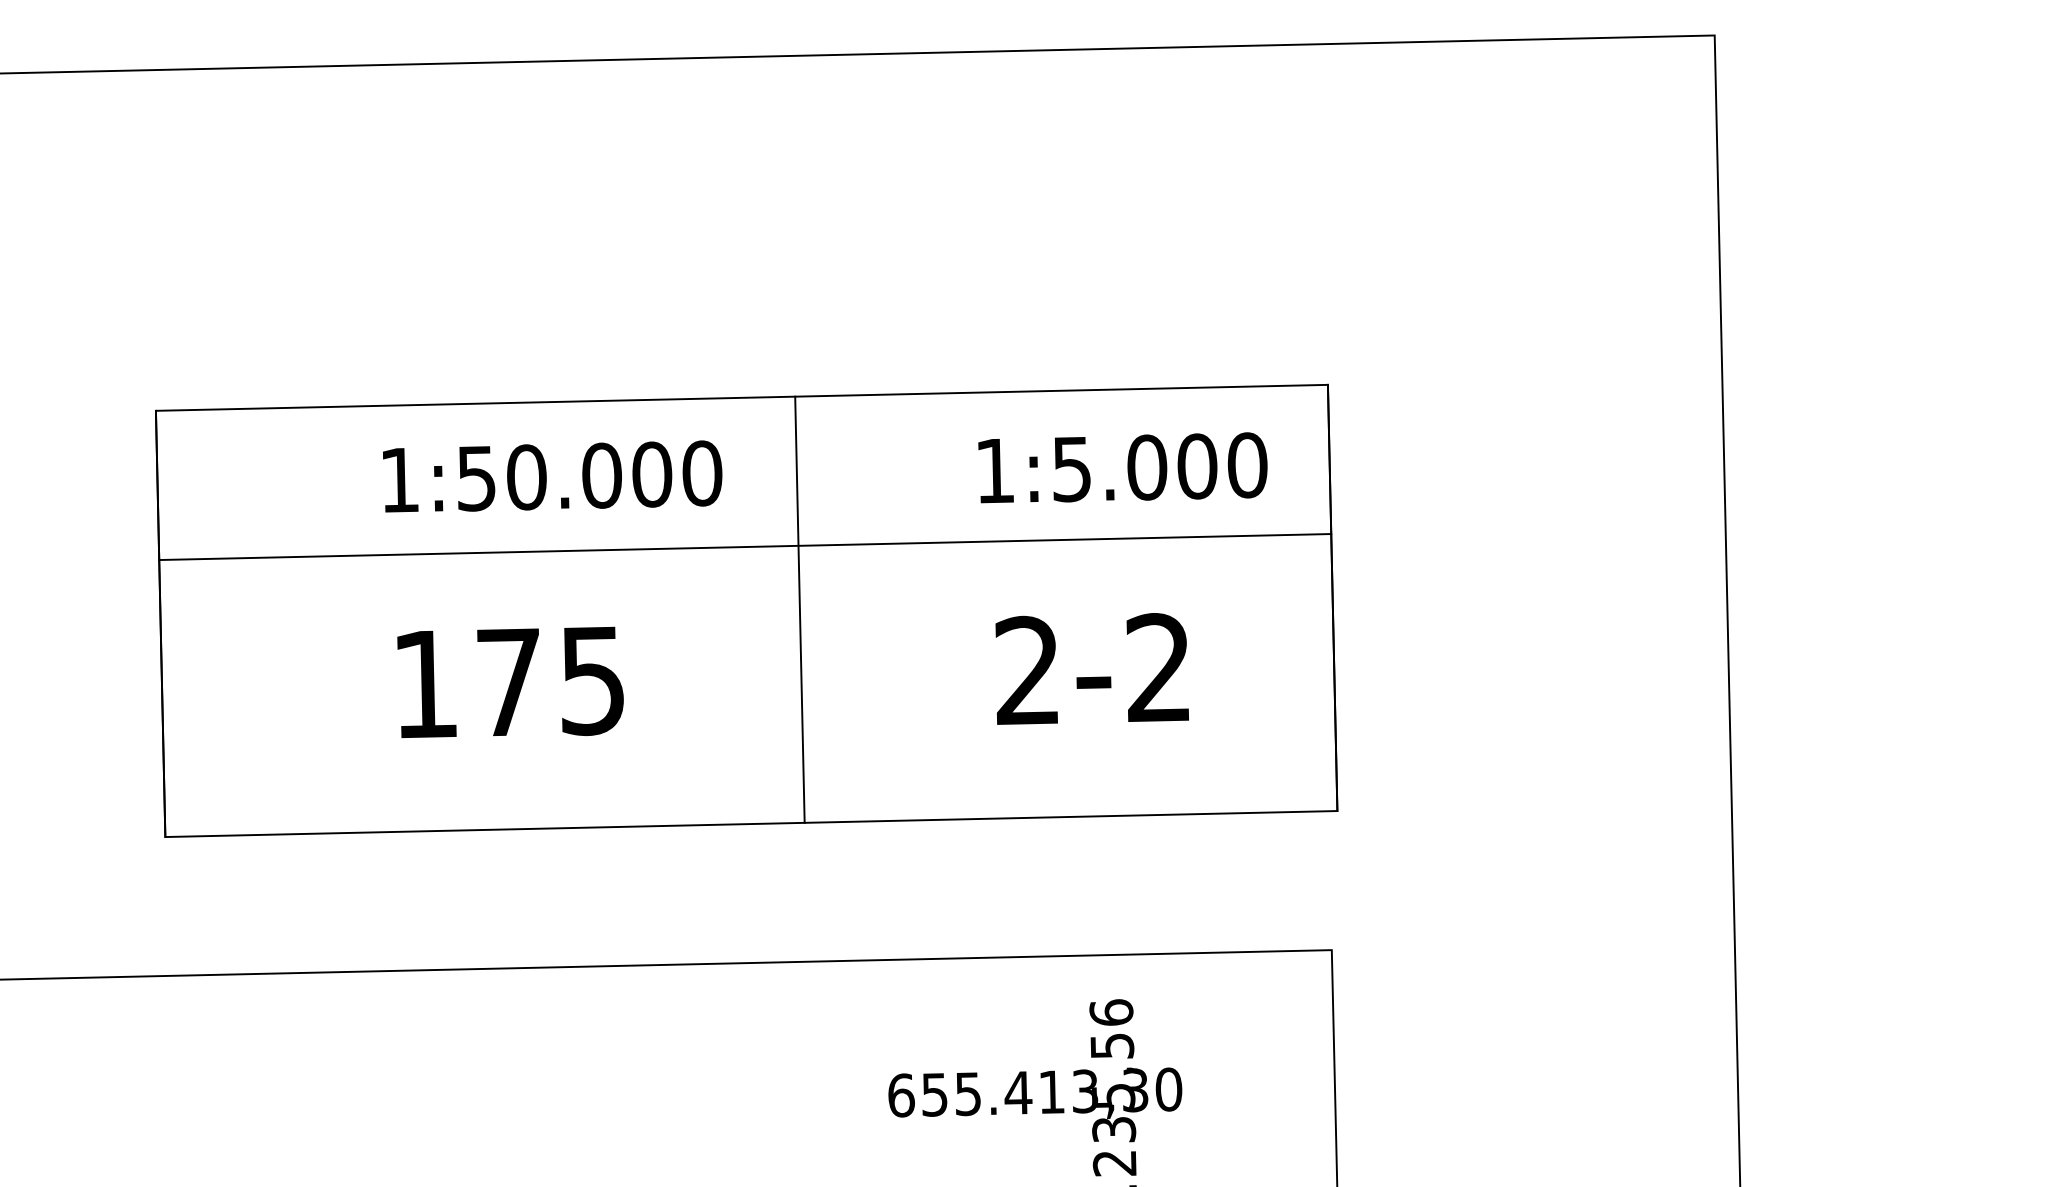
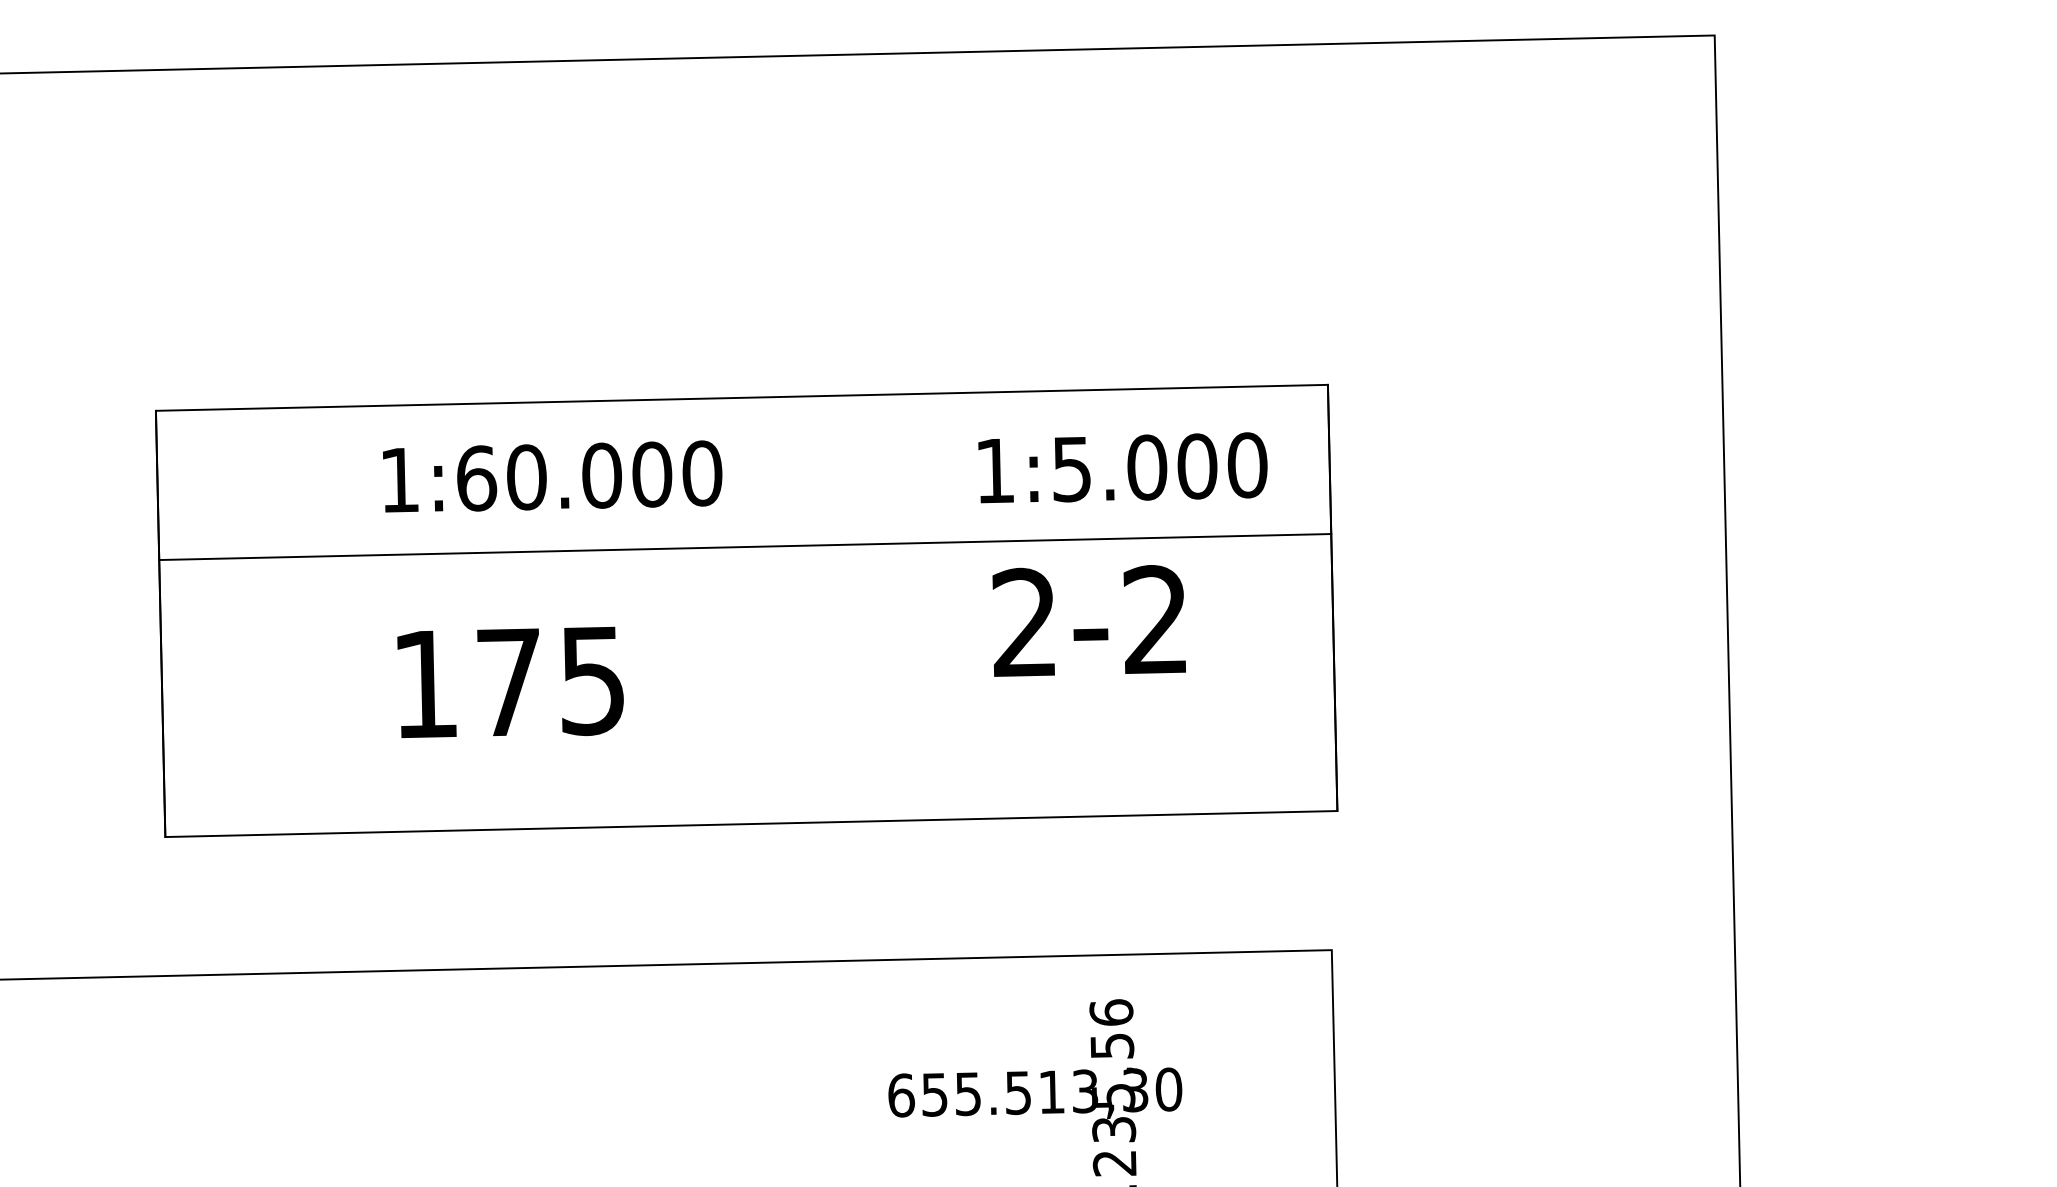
text at (477, 478): 1:50.000 -> 1:60.000
line at (799, 609): present -> none
text at (1091, 668) position: (1091, 668) -> (1088, 620)
text at (1018, 1093): 655.413,30 -> 655.513,30
